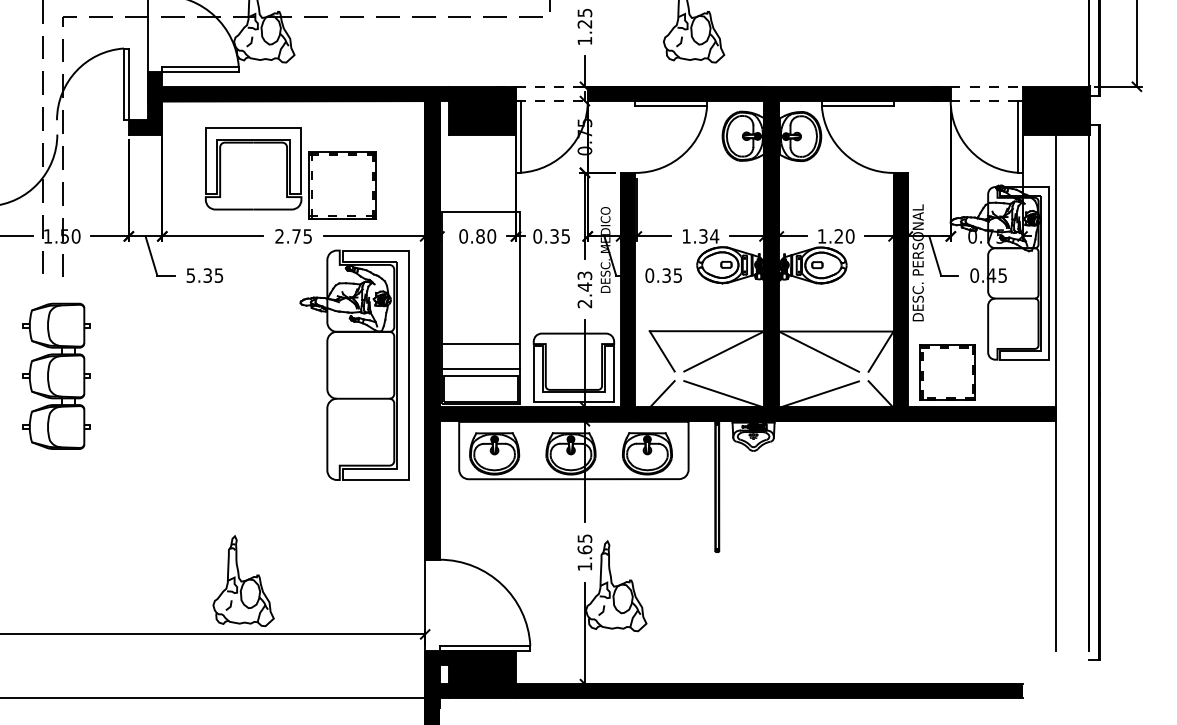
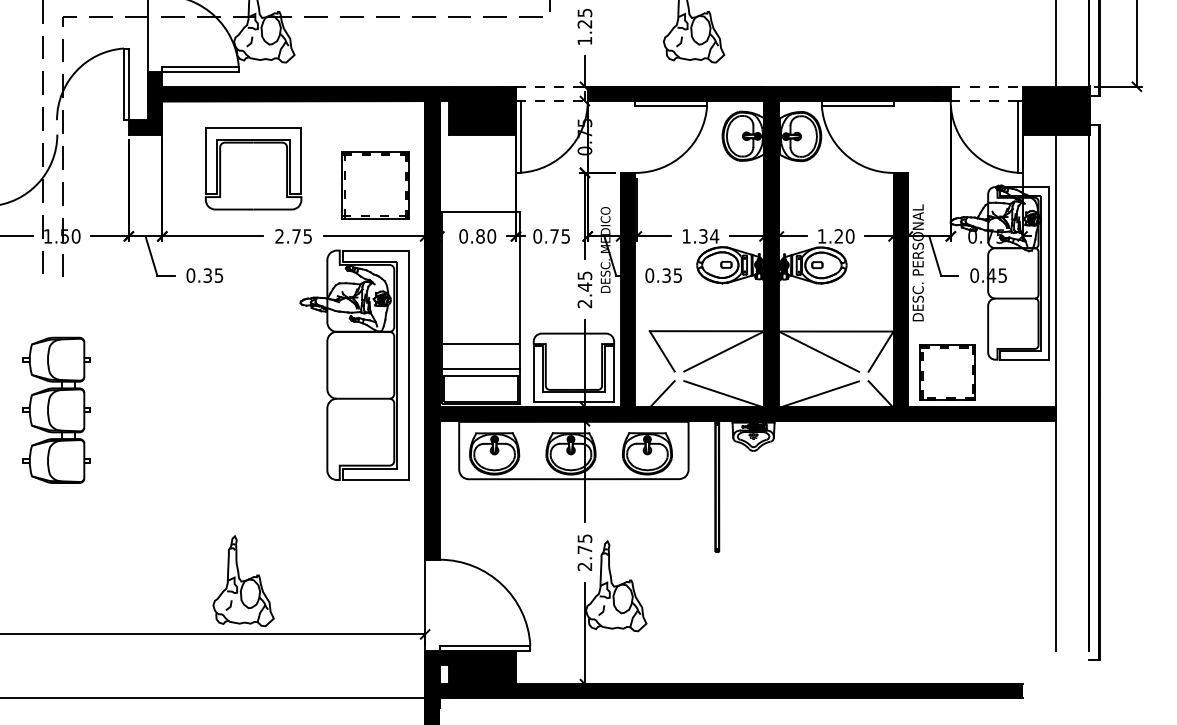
line at (1056, 44): none -> present
part at (342, 185) position: (342, 185) -> (375, 185)
text at (554, 236): 0.35 -> 0.75
text at (190, 275): 5.35 -> 0.35
text at (584, 275): 2.43 -> 2.45
part at (56, 375) position: (56, 375) -> (56, 409)
text at (584, 558): 1.65 -> 2.75
